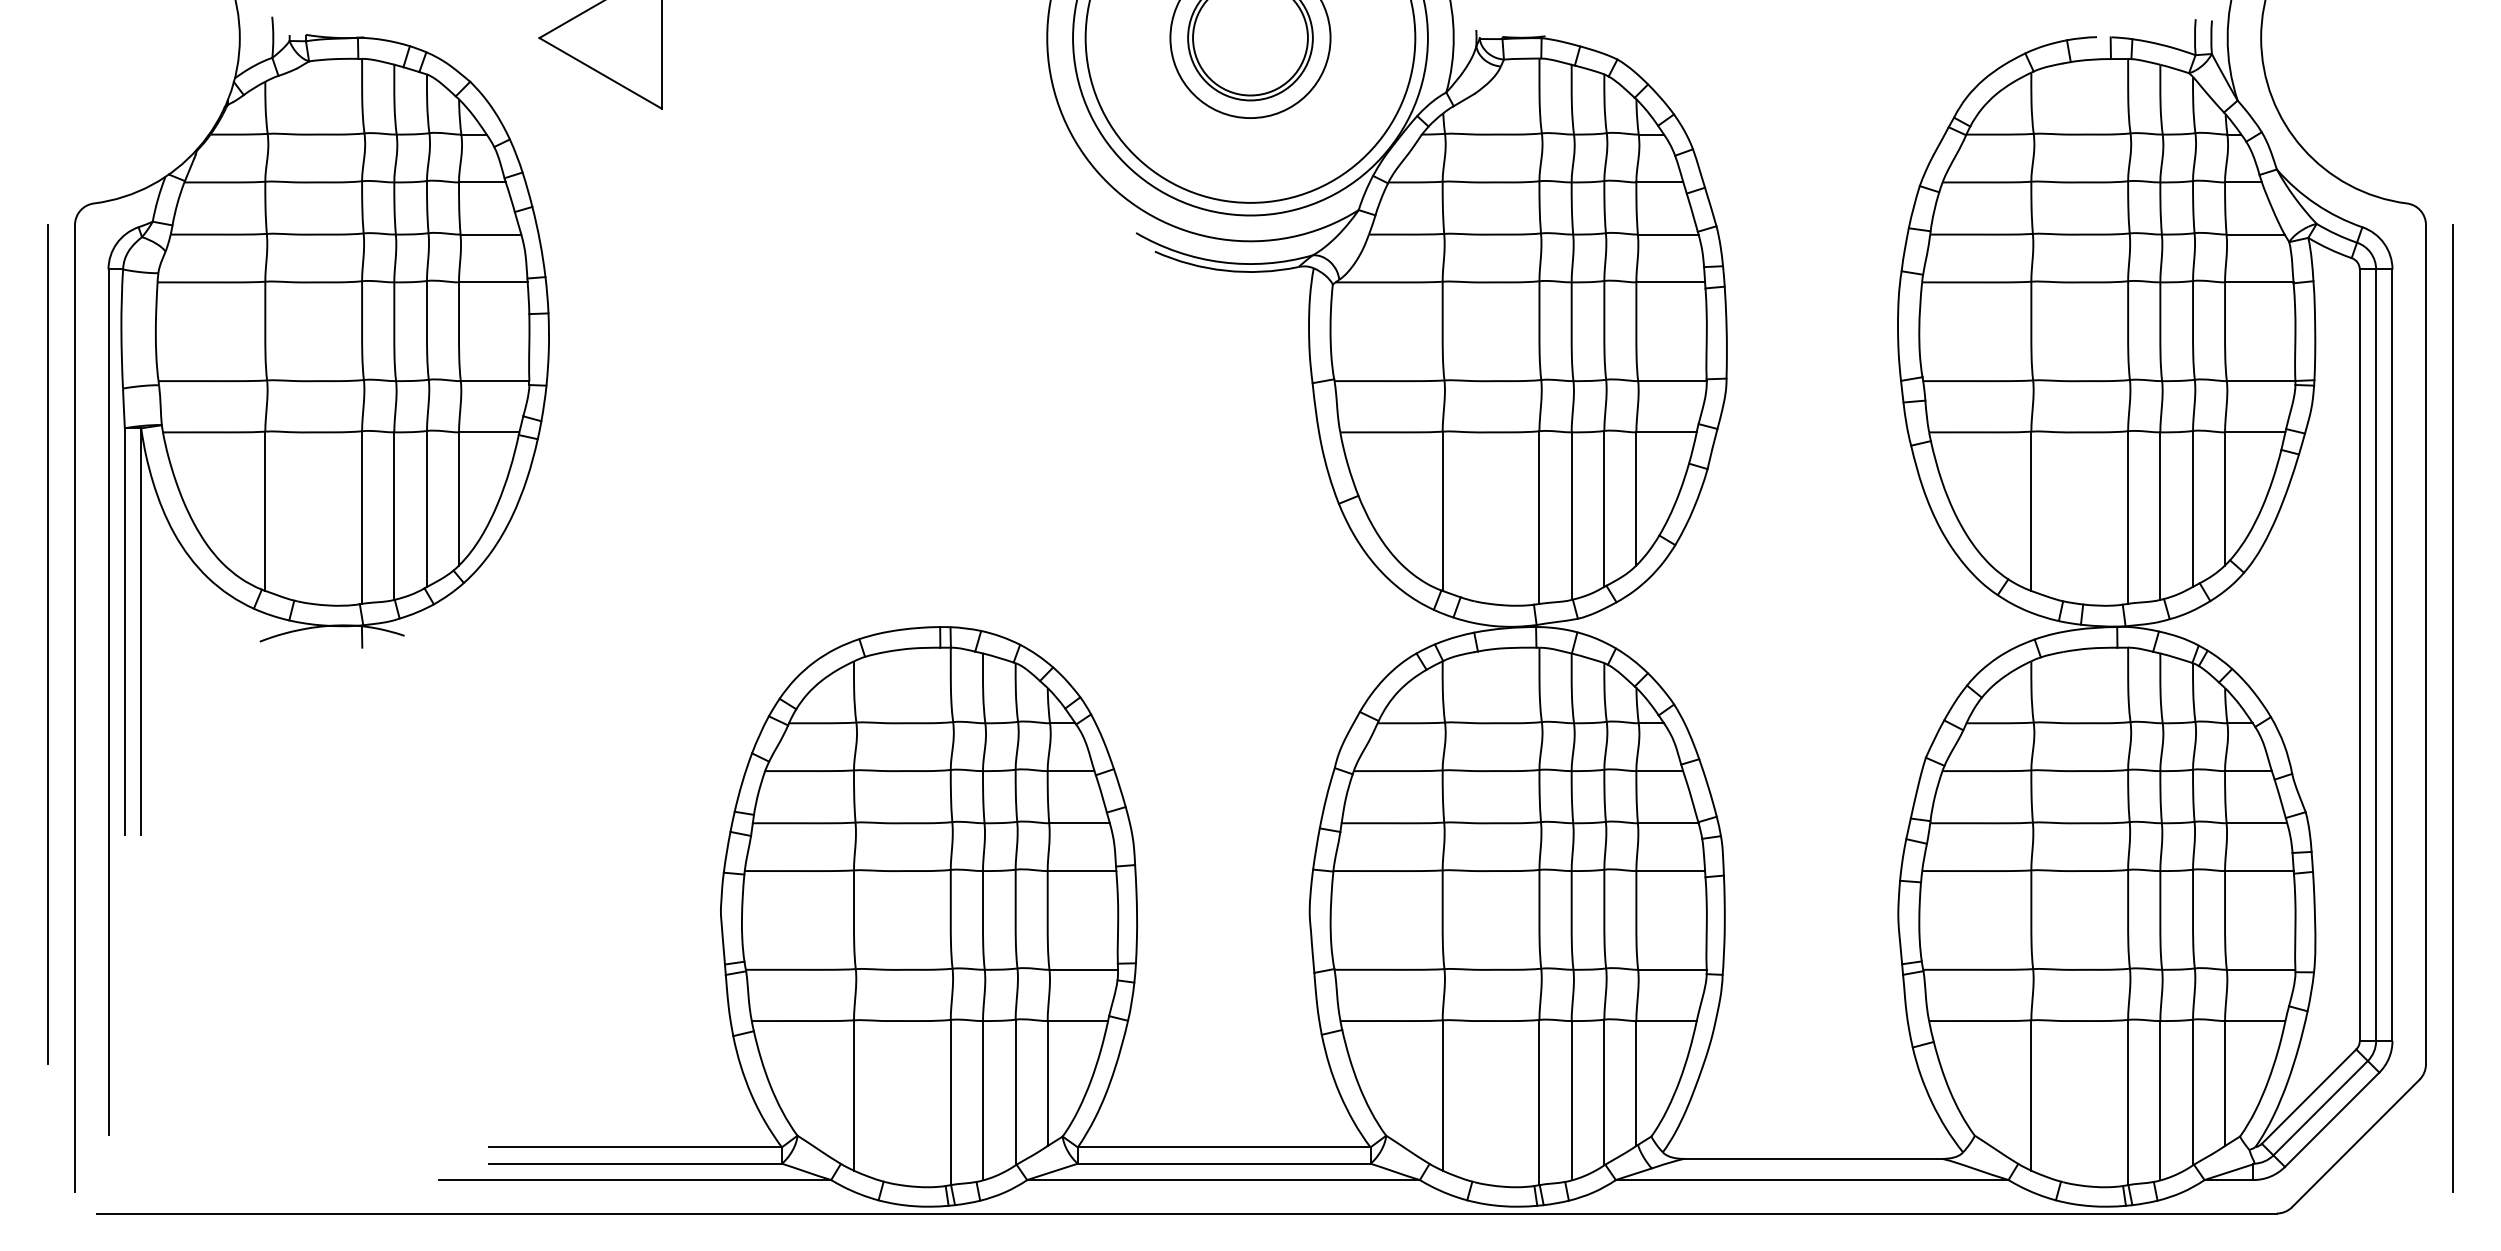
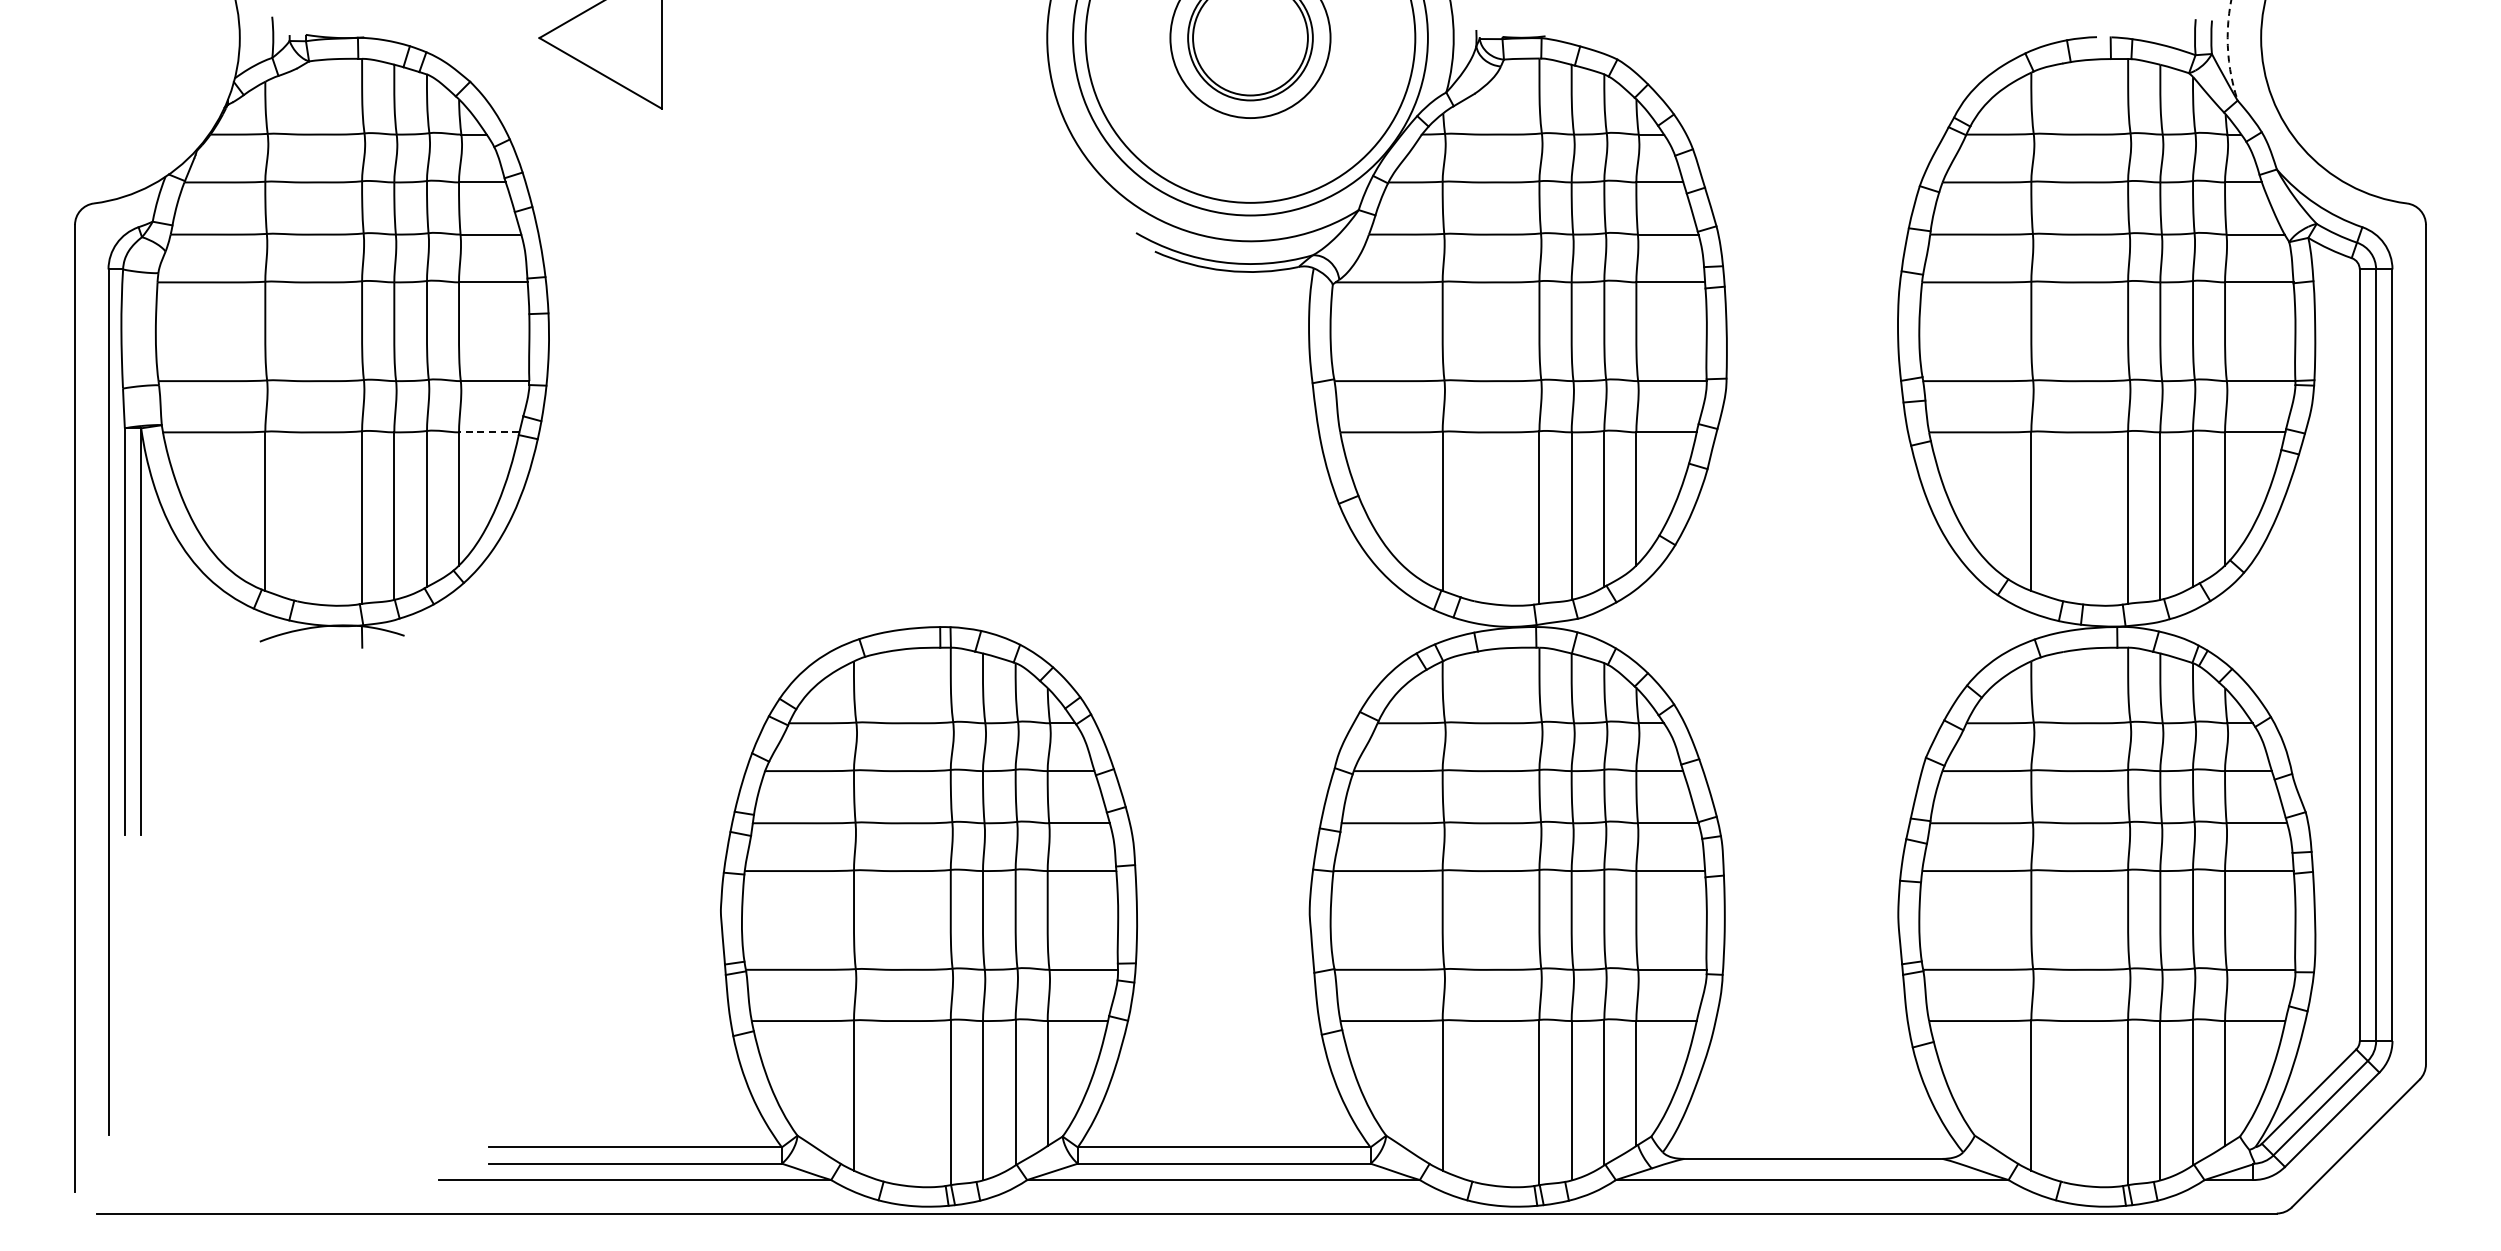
arc at (2228, 52): solid -> dashed
line at (488, 432): solid -> dashed
line at (47, 644): present -> none
line at (2453, 707): present -> none
